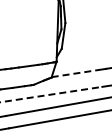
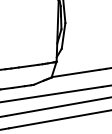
line at (76, 73): dashed -> solid
line at (52, 94): dashed -> solid
